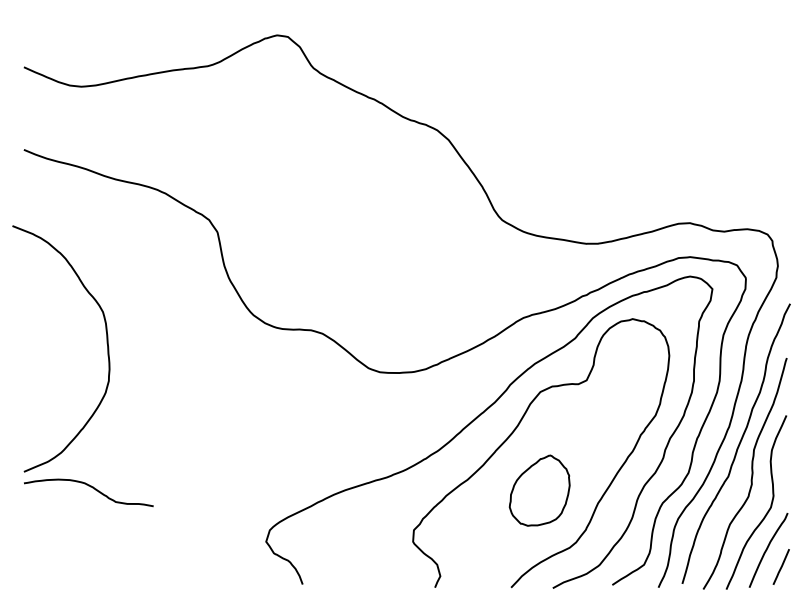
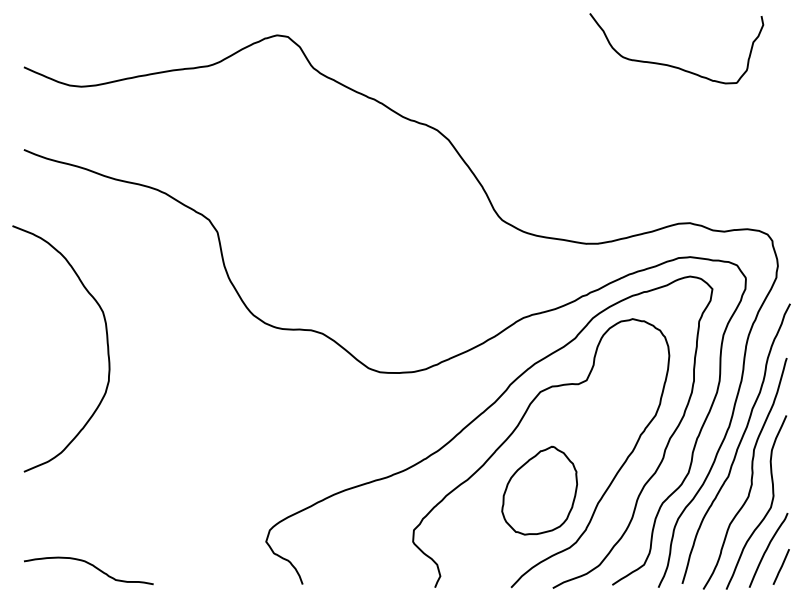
curve at (669, 64): none -> present
curve at (90, 487) position: (90, 487) -> (90, 565)
part at (539, 490) size: 63x73 px -> 78x91 px
